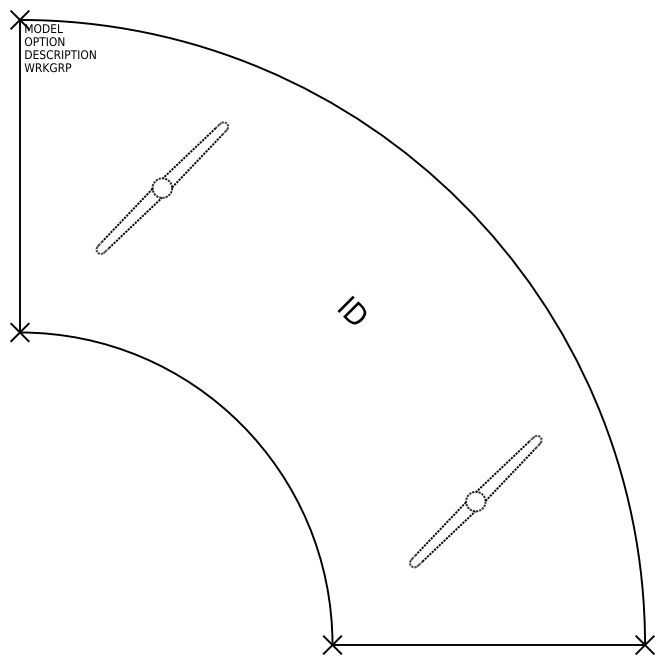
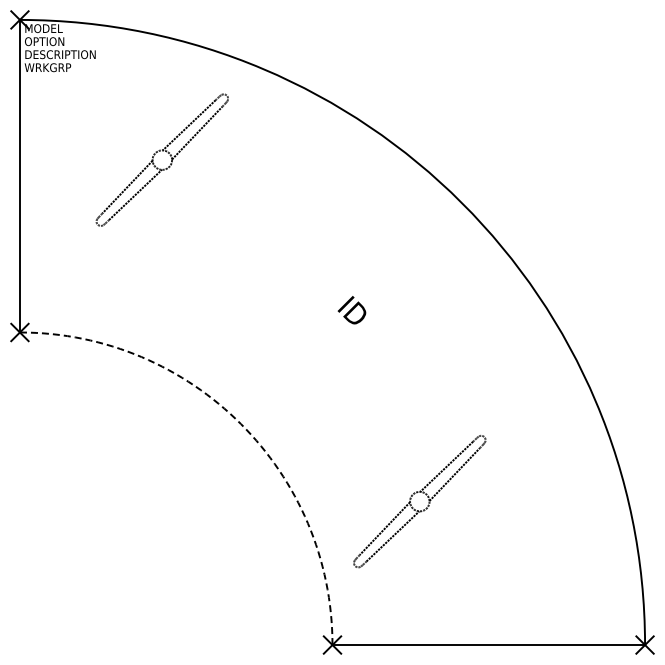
part at (154, 184) position: (154, 184) -> (154, 156)
arc at (240, 424): solid -> dashed
part at (475, 501) position: (475, 501) -> (419, 501)
